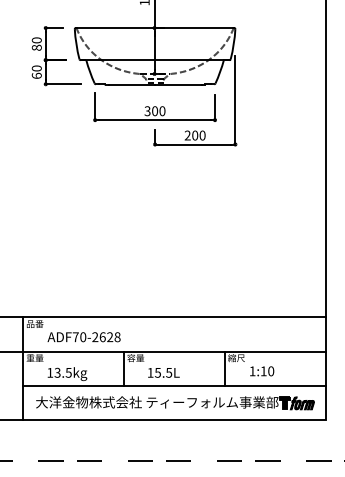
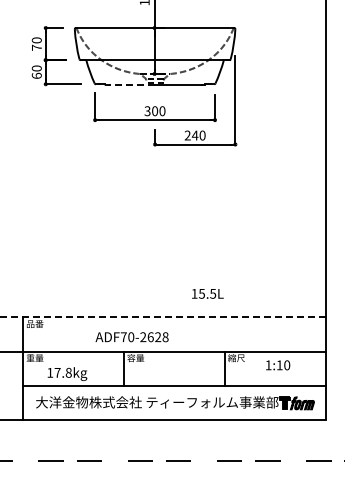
text at (36, 47): 80 -> 70
line at (131, 84): solid -> dashed
text at (194, 135): 200 -> 240
line at (162, 317): solid -> dashed
text at (83, 337) position: (83, 337) -> (131, 337)
text at (262, 371) position: (262, 371) -> (278, 365)
text at (62, 372): 13.5kg -> 17.8kg
text at (163, 372) position: (163, 372) -> (207, 293)
